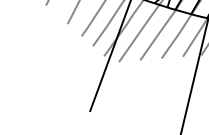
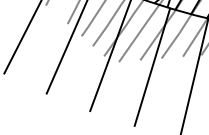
line at (22, 37): none -> present
line at (66, 47): none -> present
line at (152, 66): none -> present
